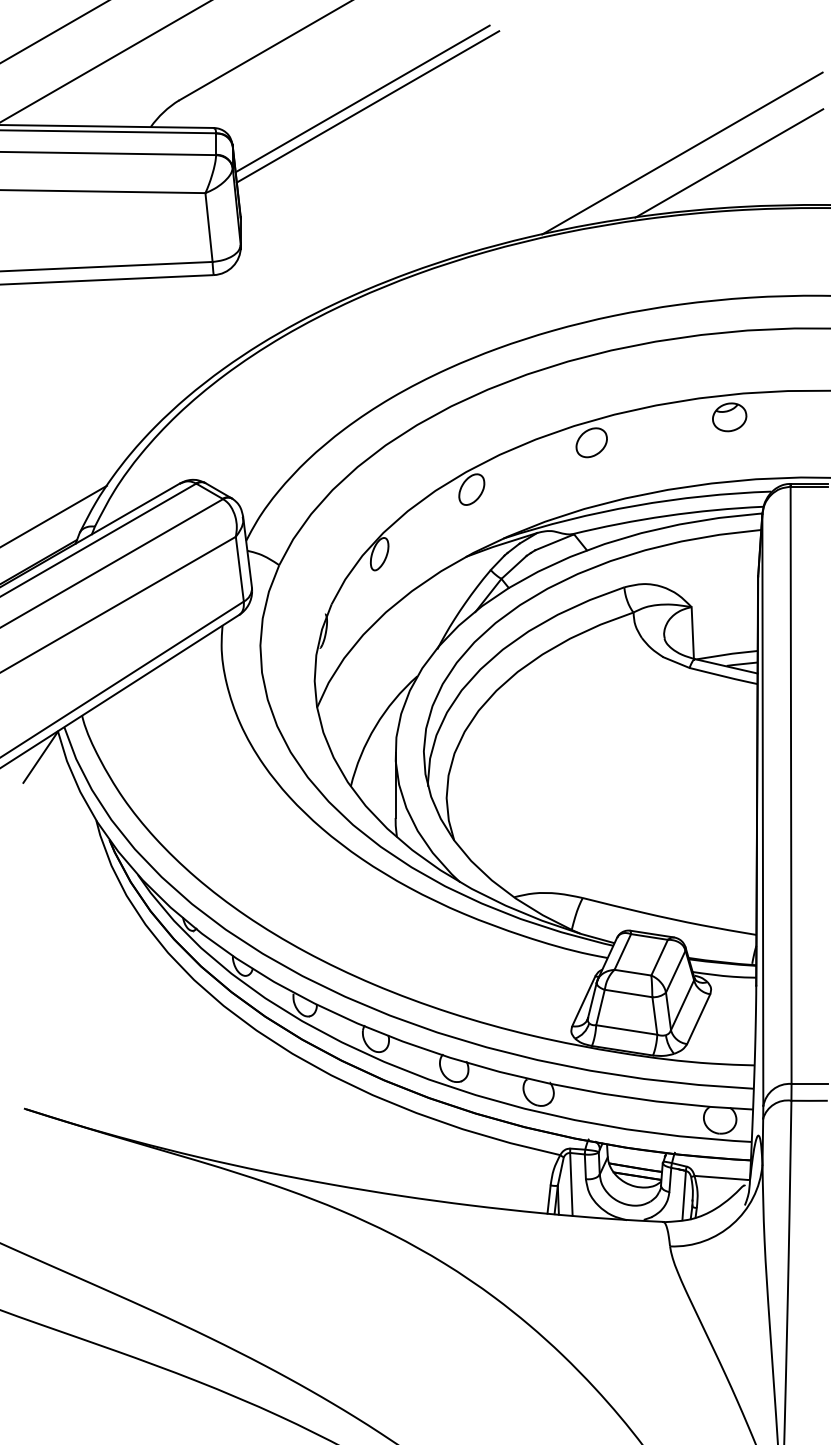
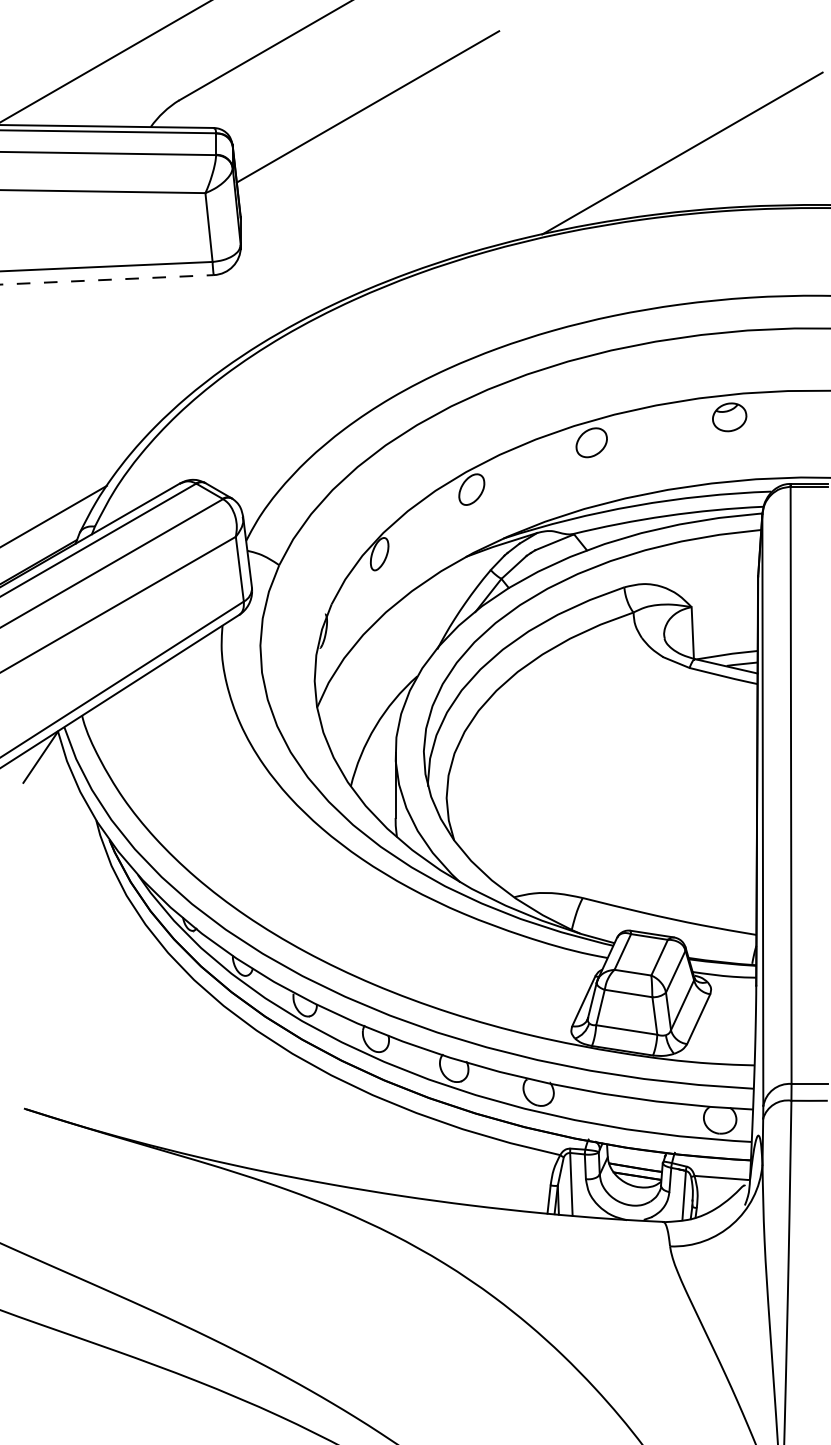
line at (54, 32): present -> none
line at (362, 98): present -> none
line at (729, 163): present -> none
line at (107, 279): solid -> dashed
